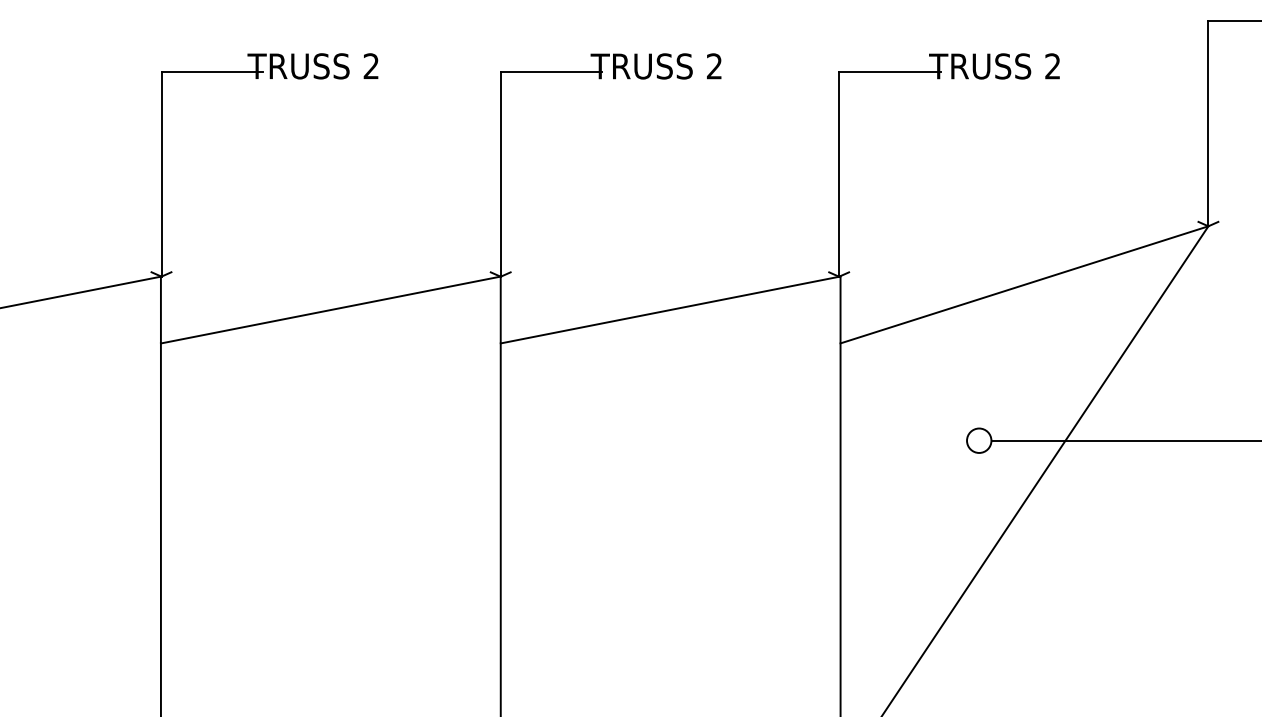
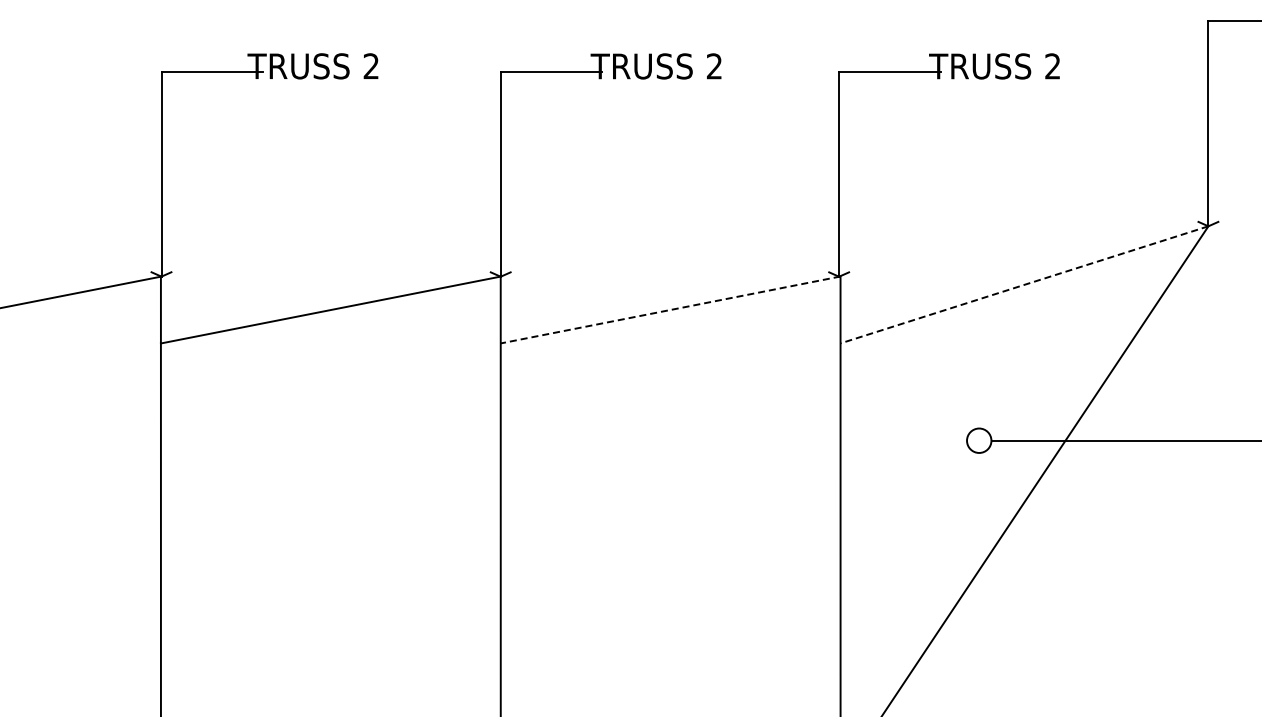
line at (1024, 285): solid -> dashed
line at (670, 310): solid -> dashed
